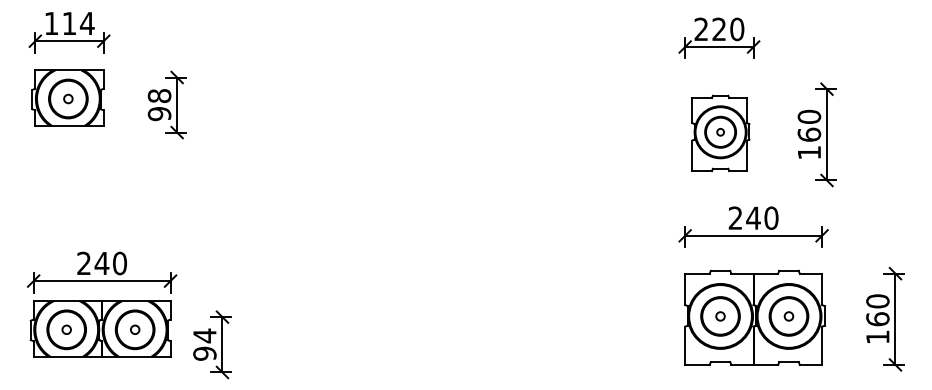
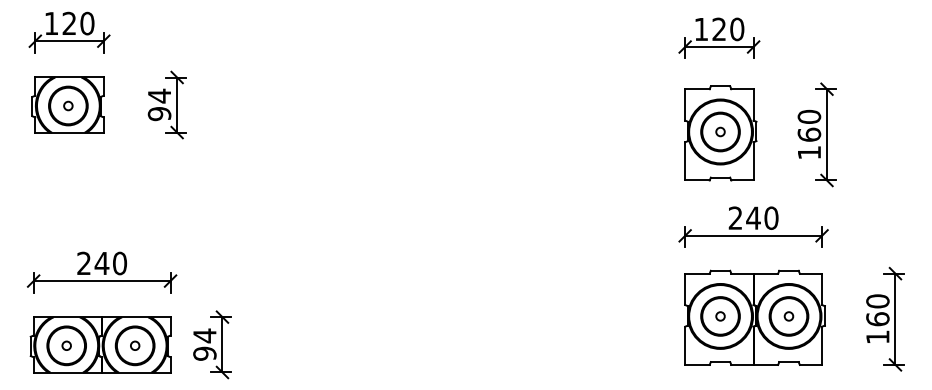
text at (78, 23): 114 -> 120
text at (700, 28): 220 -> 120
text at (159, 95): 98 -> 94
part at (67, 97) position: (67, 97) -> (67, 104)
part at (720, 133) size: 60x79 px -> 74x97 px
part at (100, 328) position: (100, 328) -> (100, 344)
